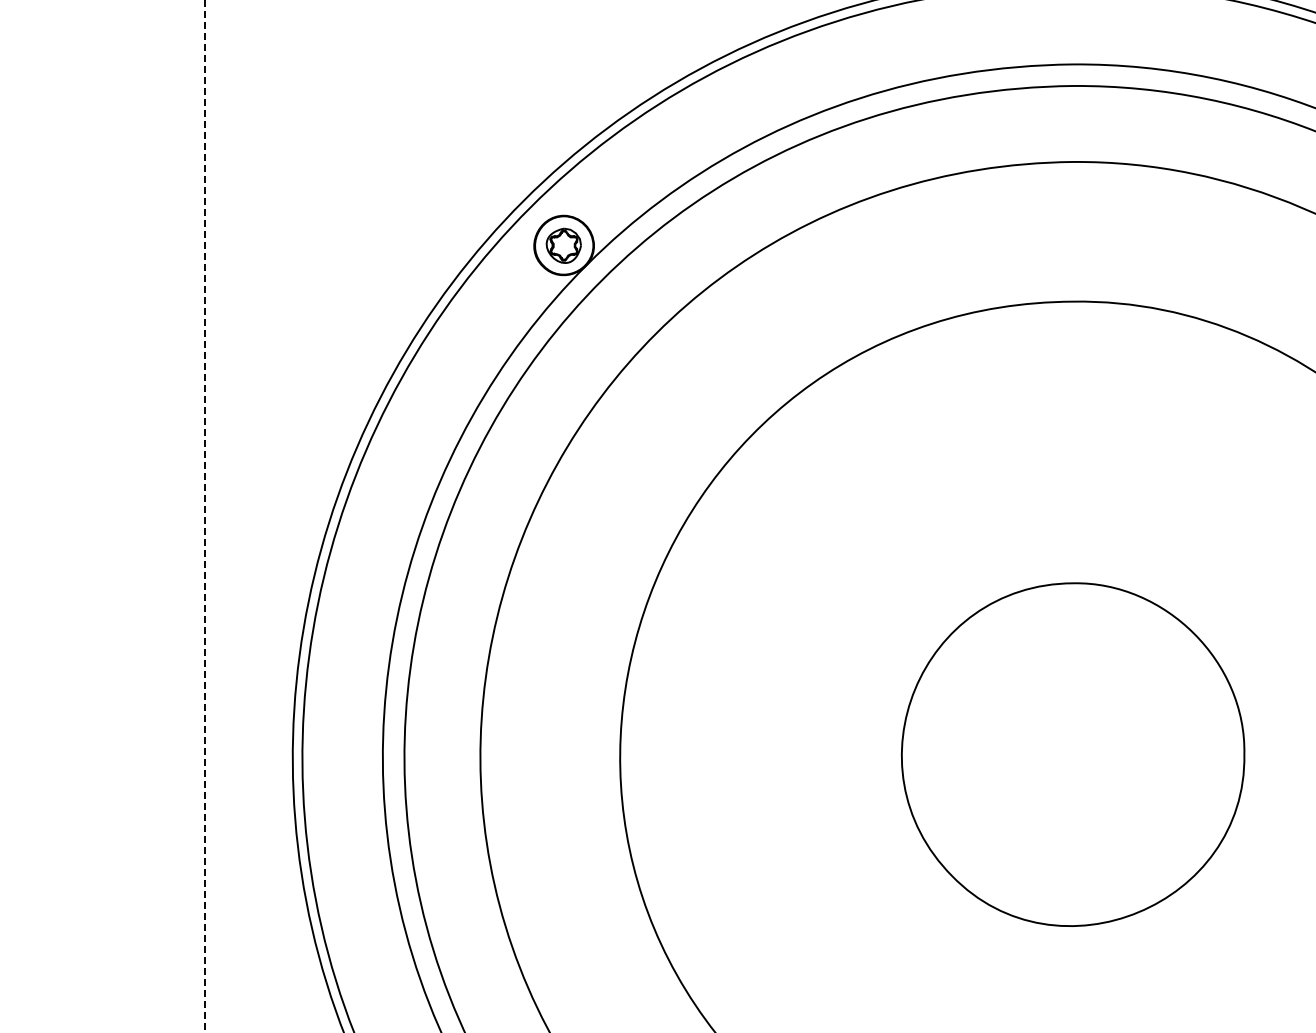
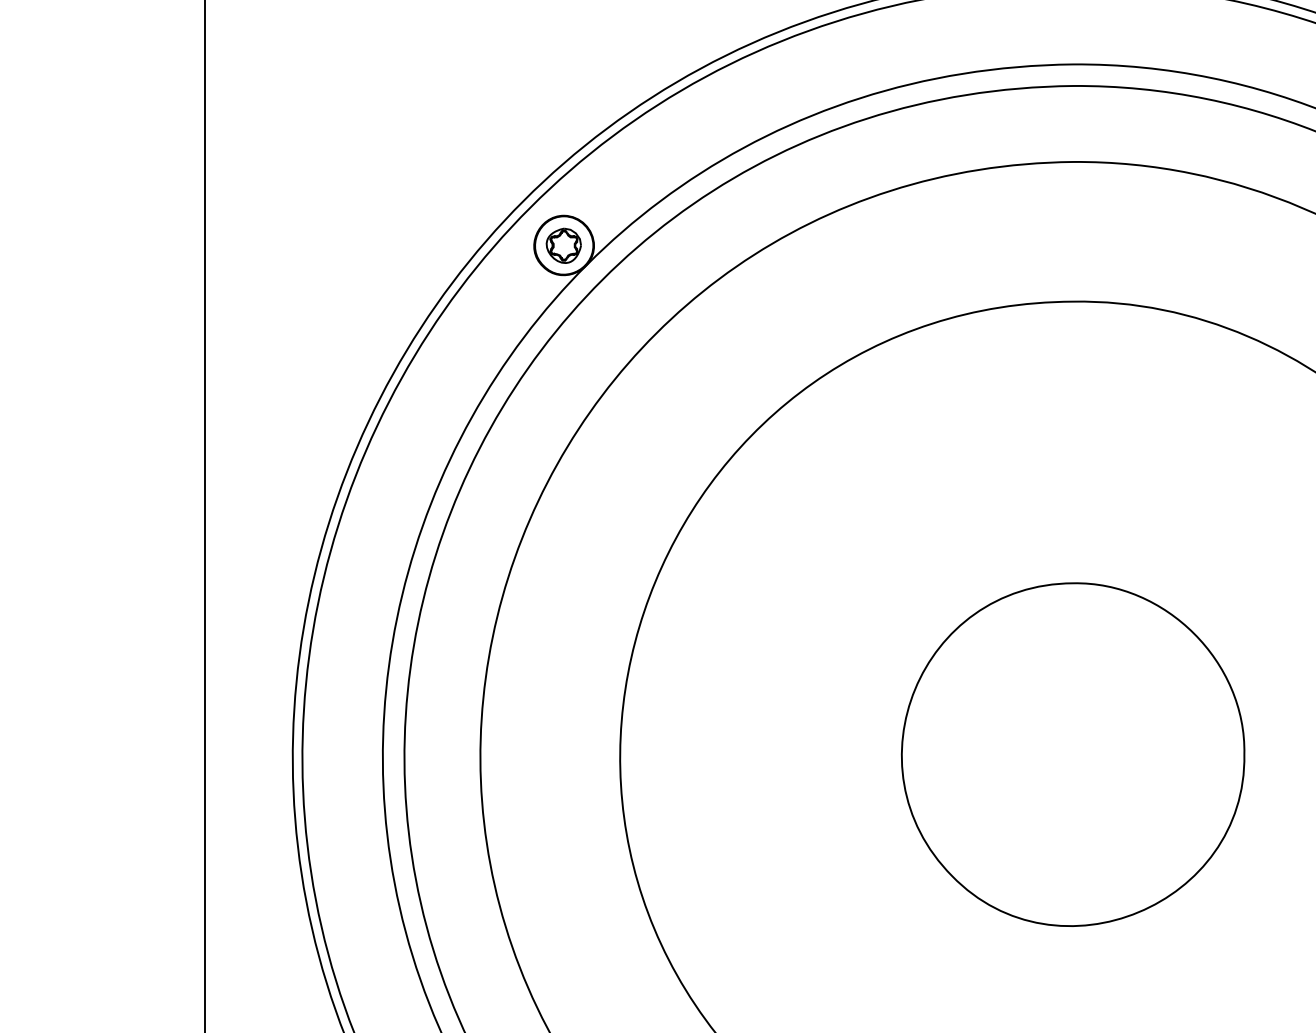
line at (205, 516): dashed -> solid
